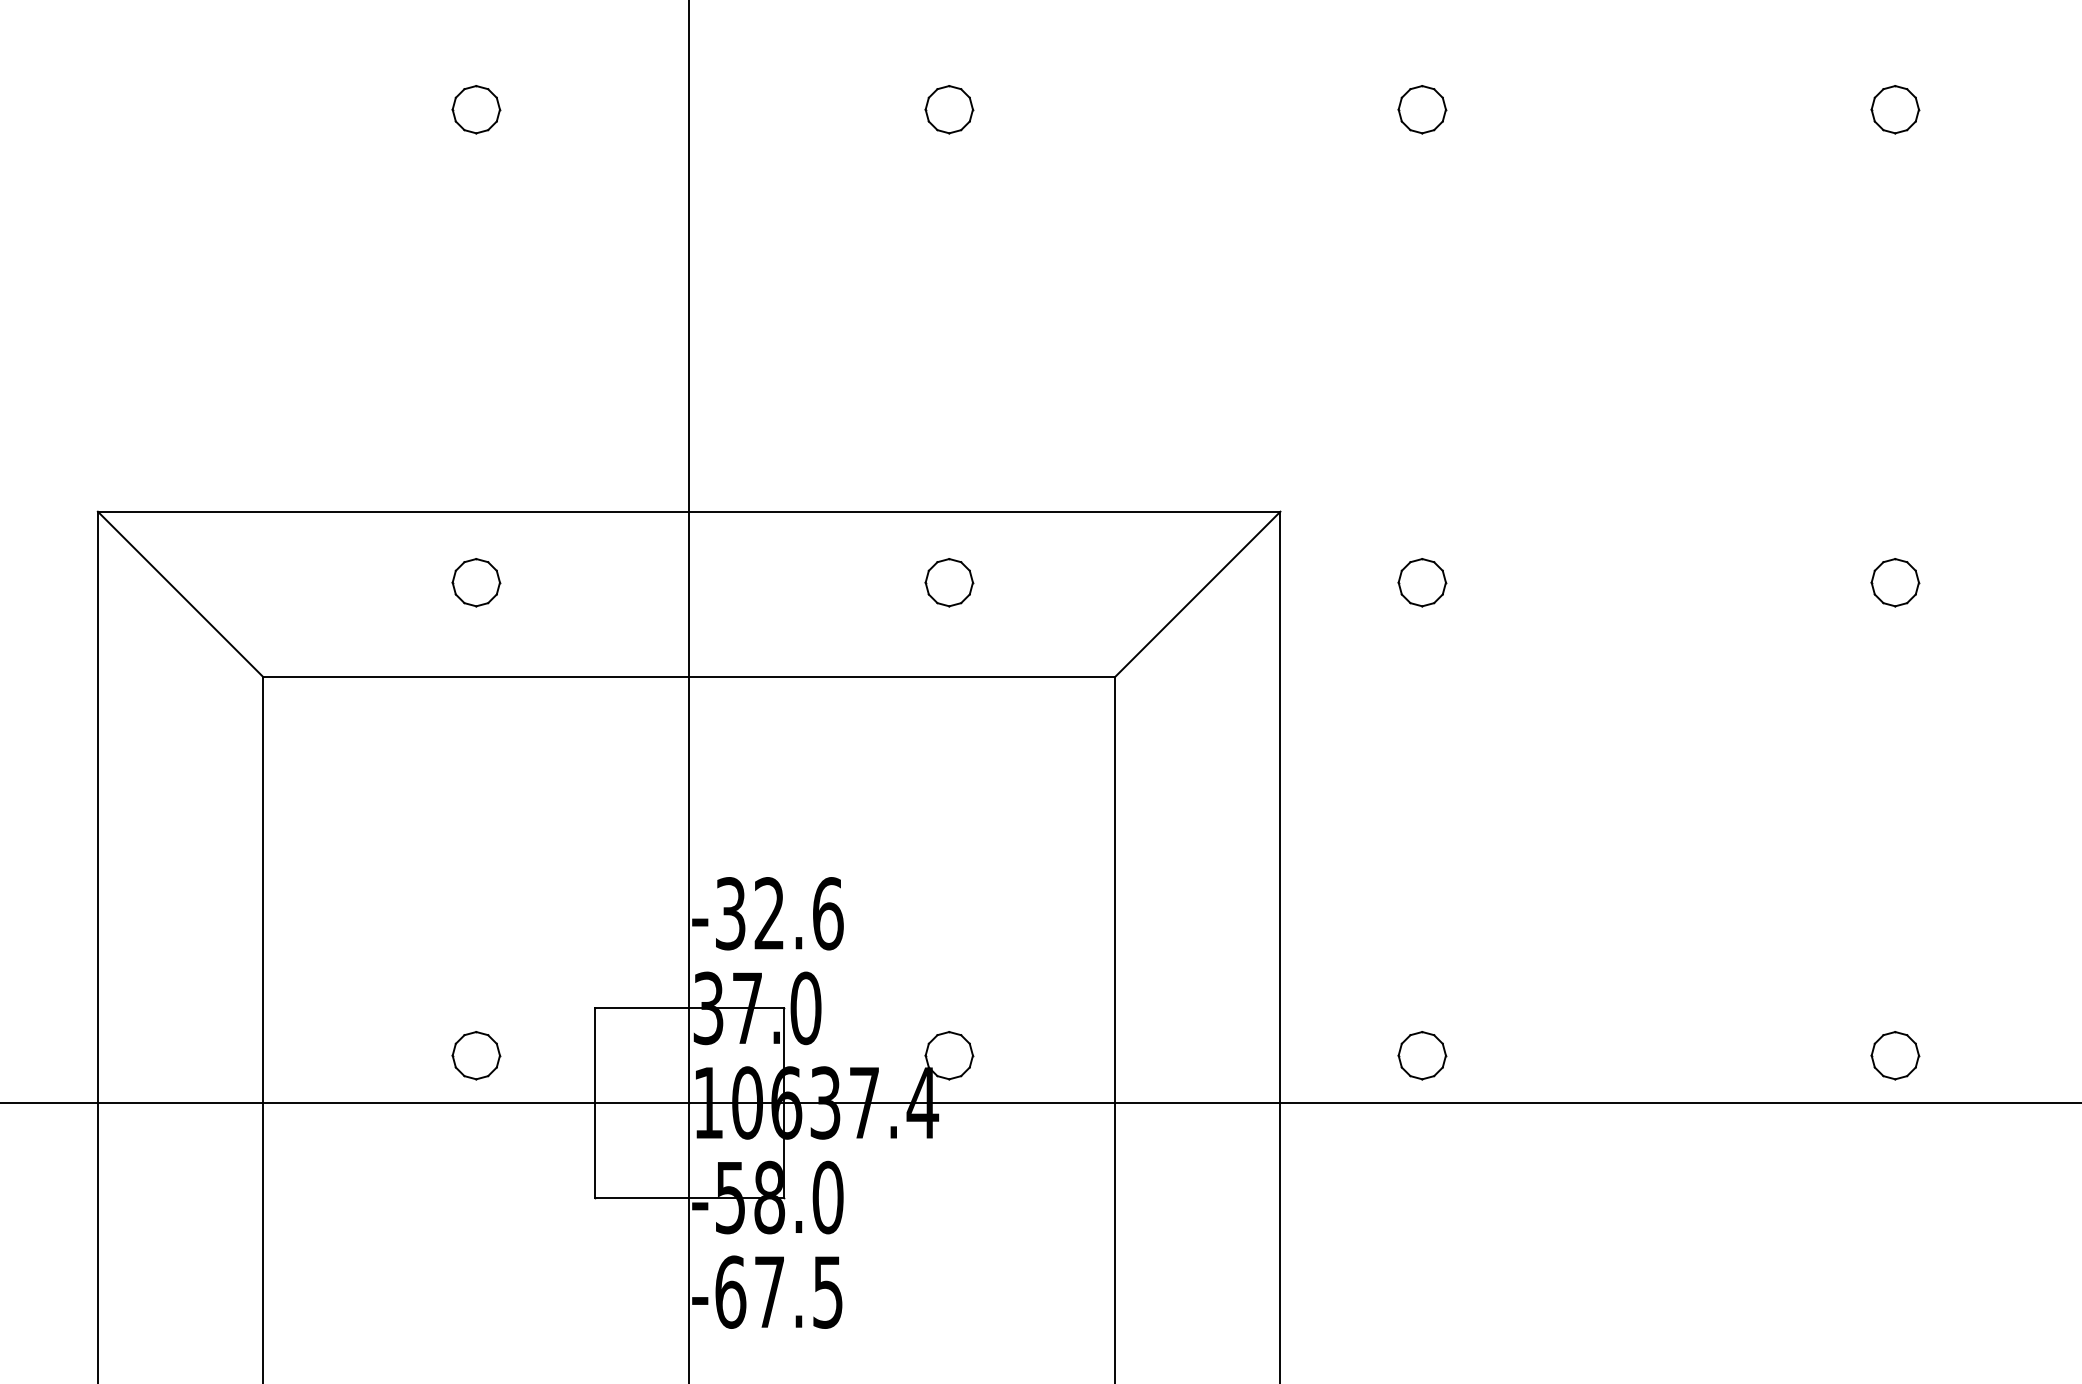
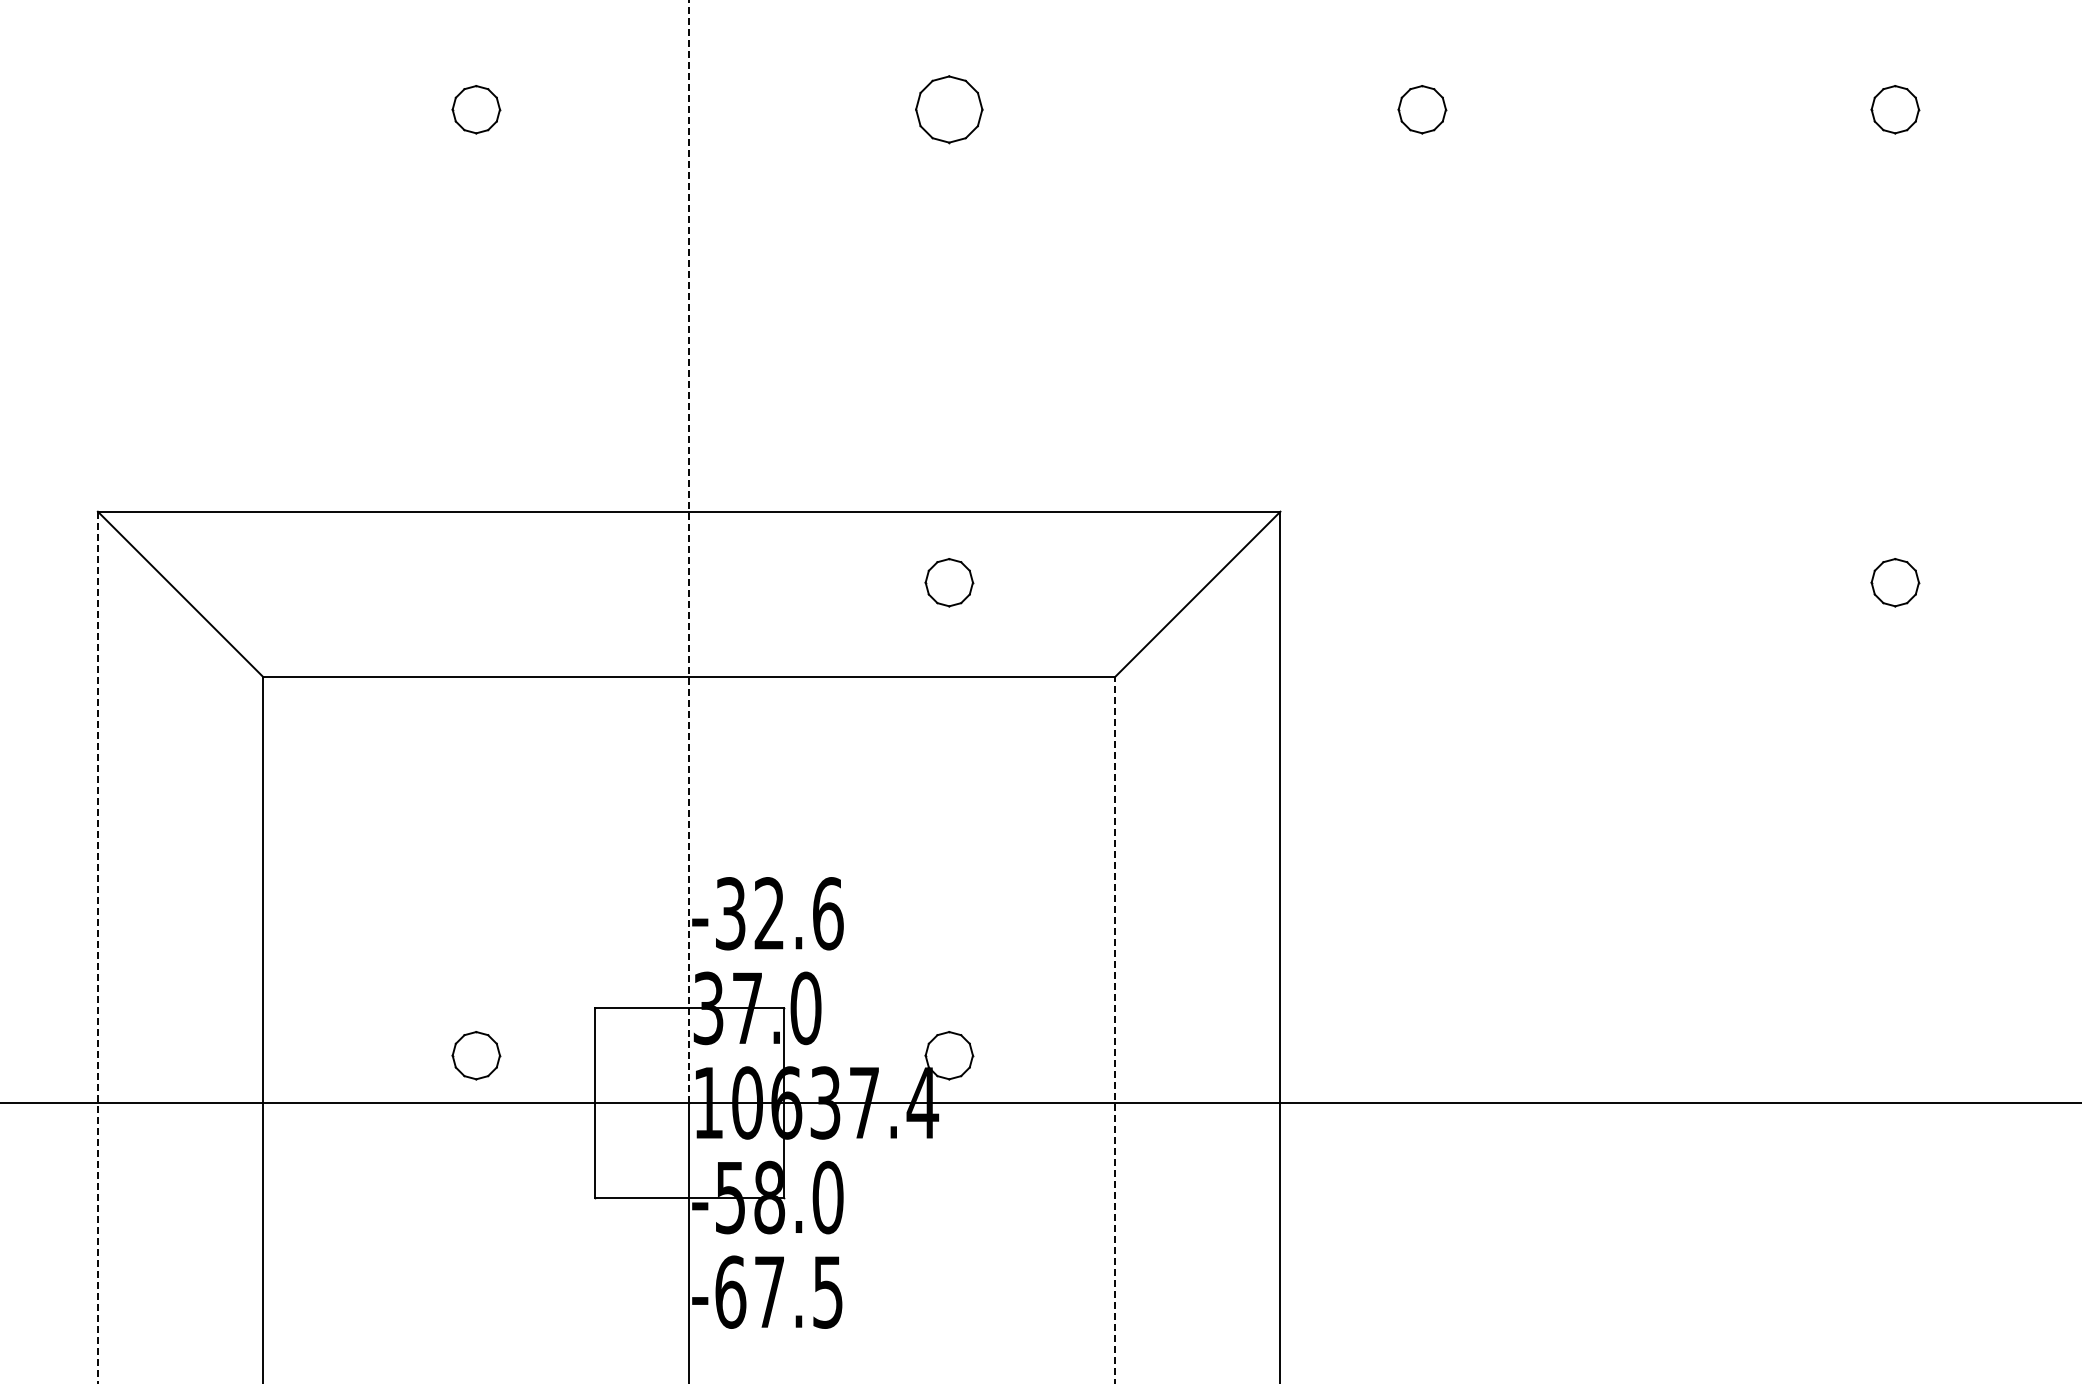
part at (949, 109) size: 51x50 px -> 69x70 px
line at (689, 551): solid -> dashed
part at (476, 582): present -> none
part at (1422, 582): present -> none
line at (97, 947): solid -> dashed
line at (1114, 1030): solid -> dashed
part at (1422, 1055): present -> none
part at (1895, 1055): present -> none
